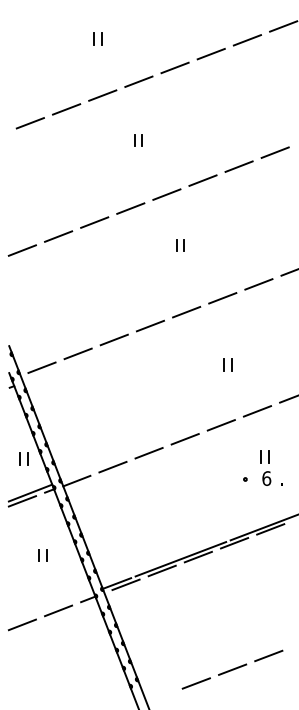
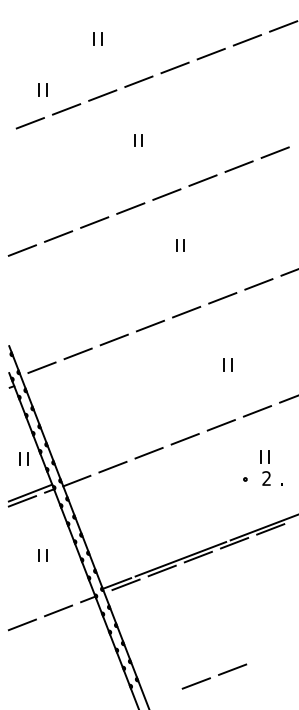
part at (42, 89): none -> present
text at (266, 478): 6 -> 2
line at (268, 655): present -> none
